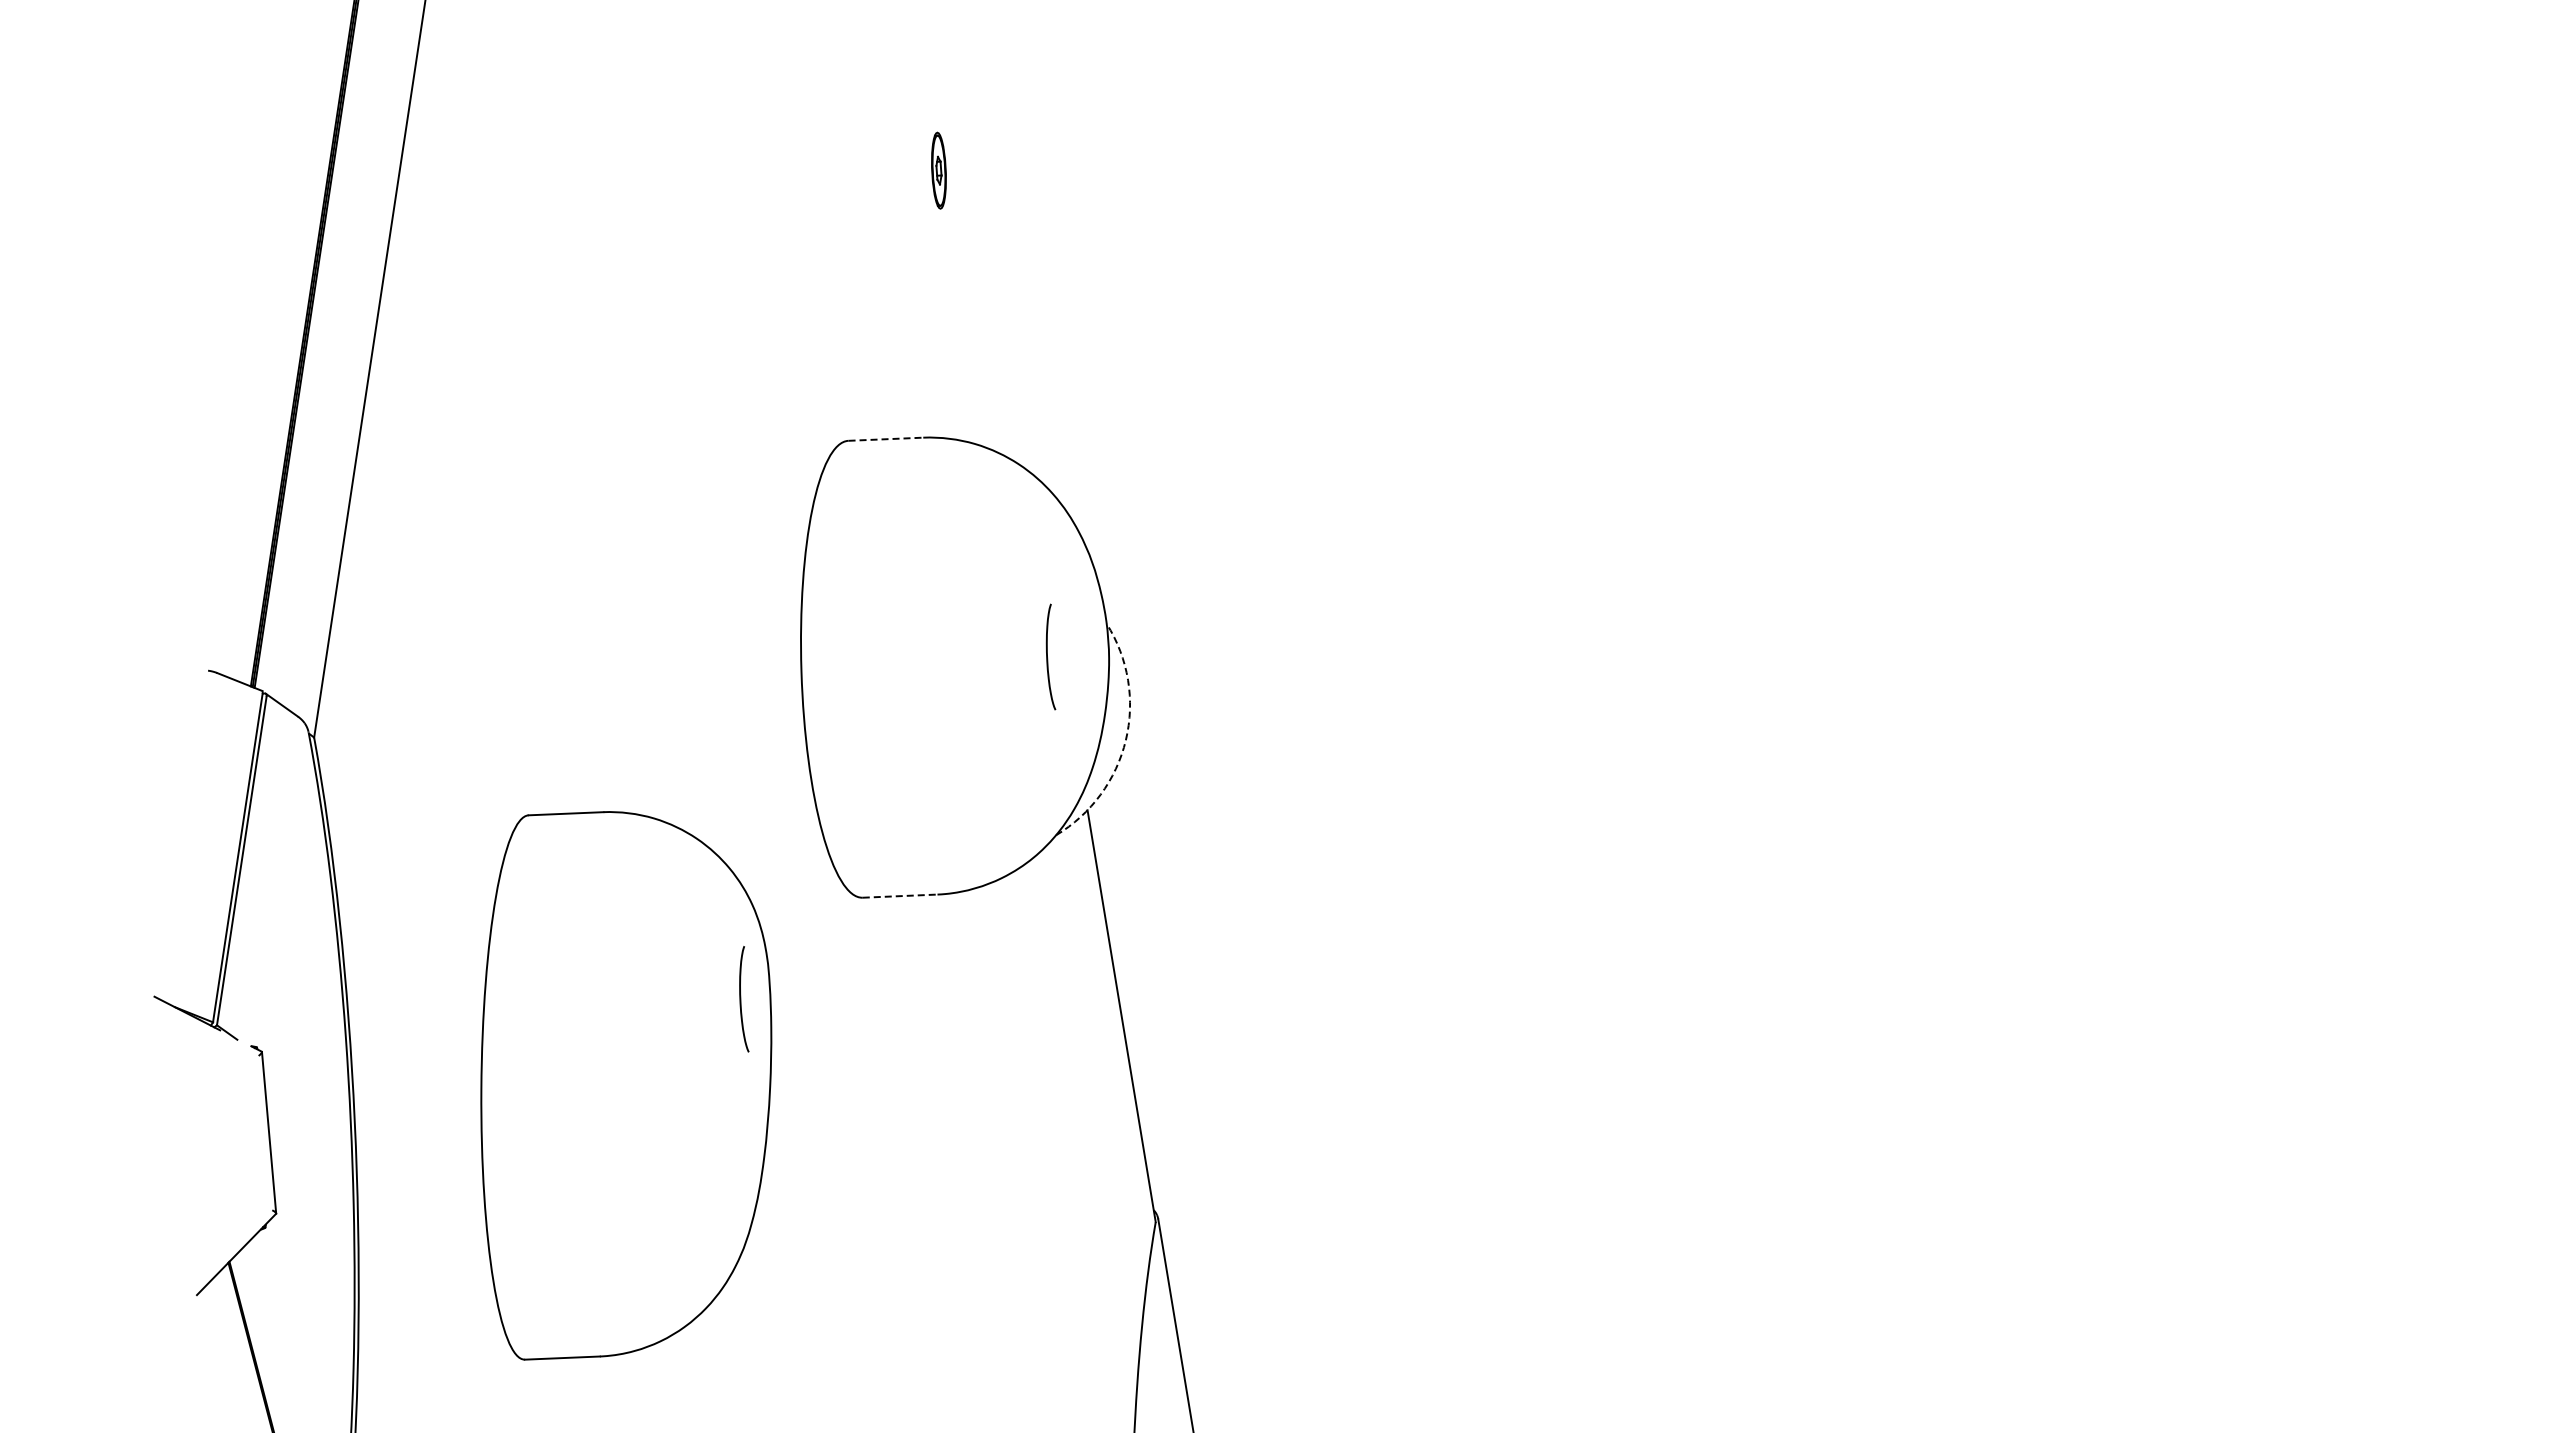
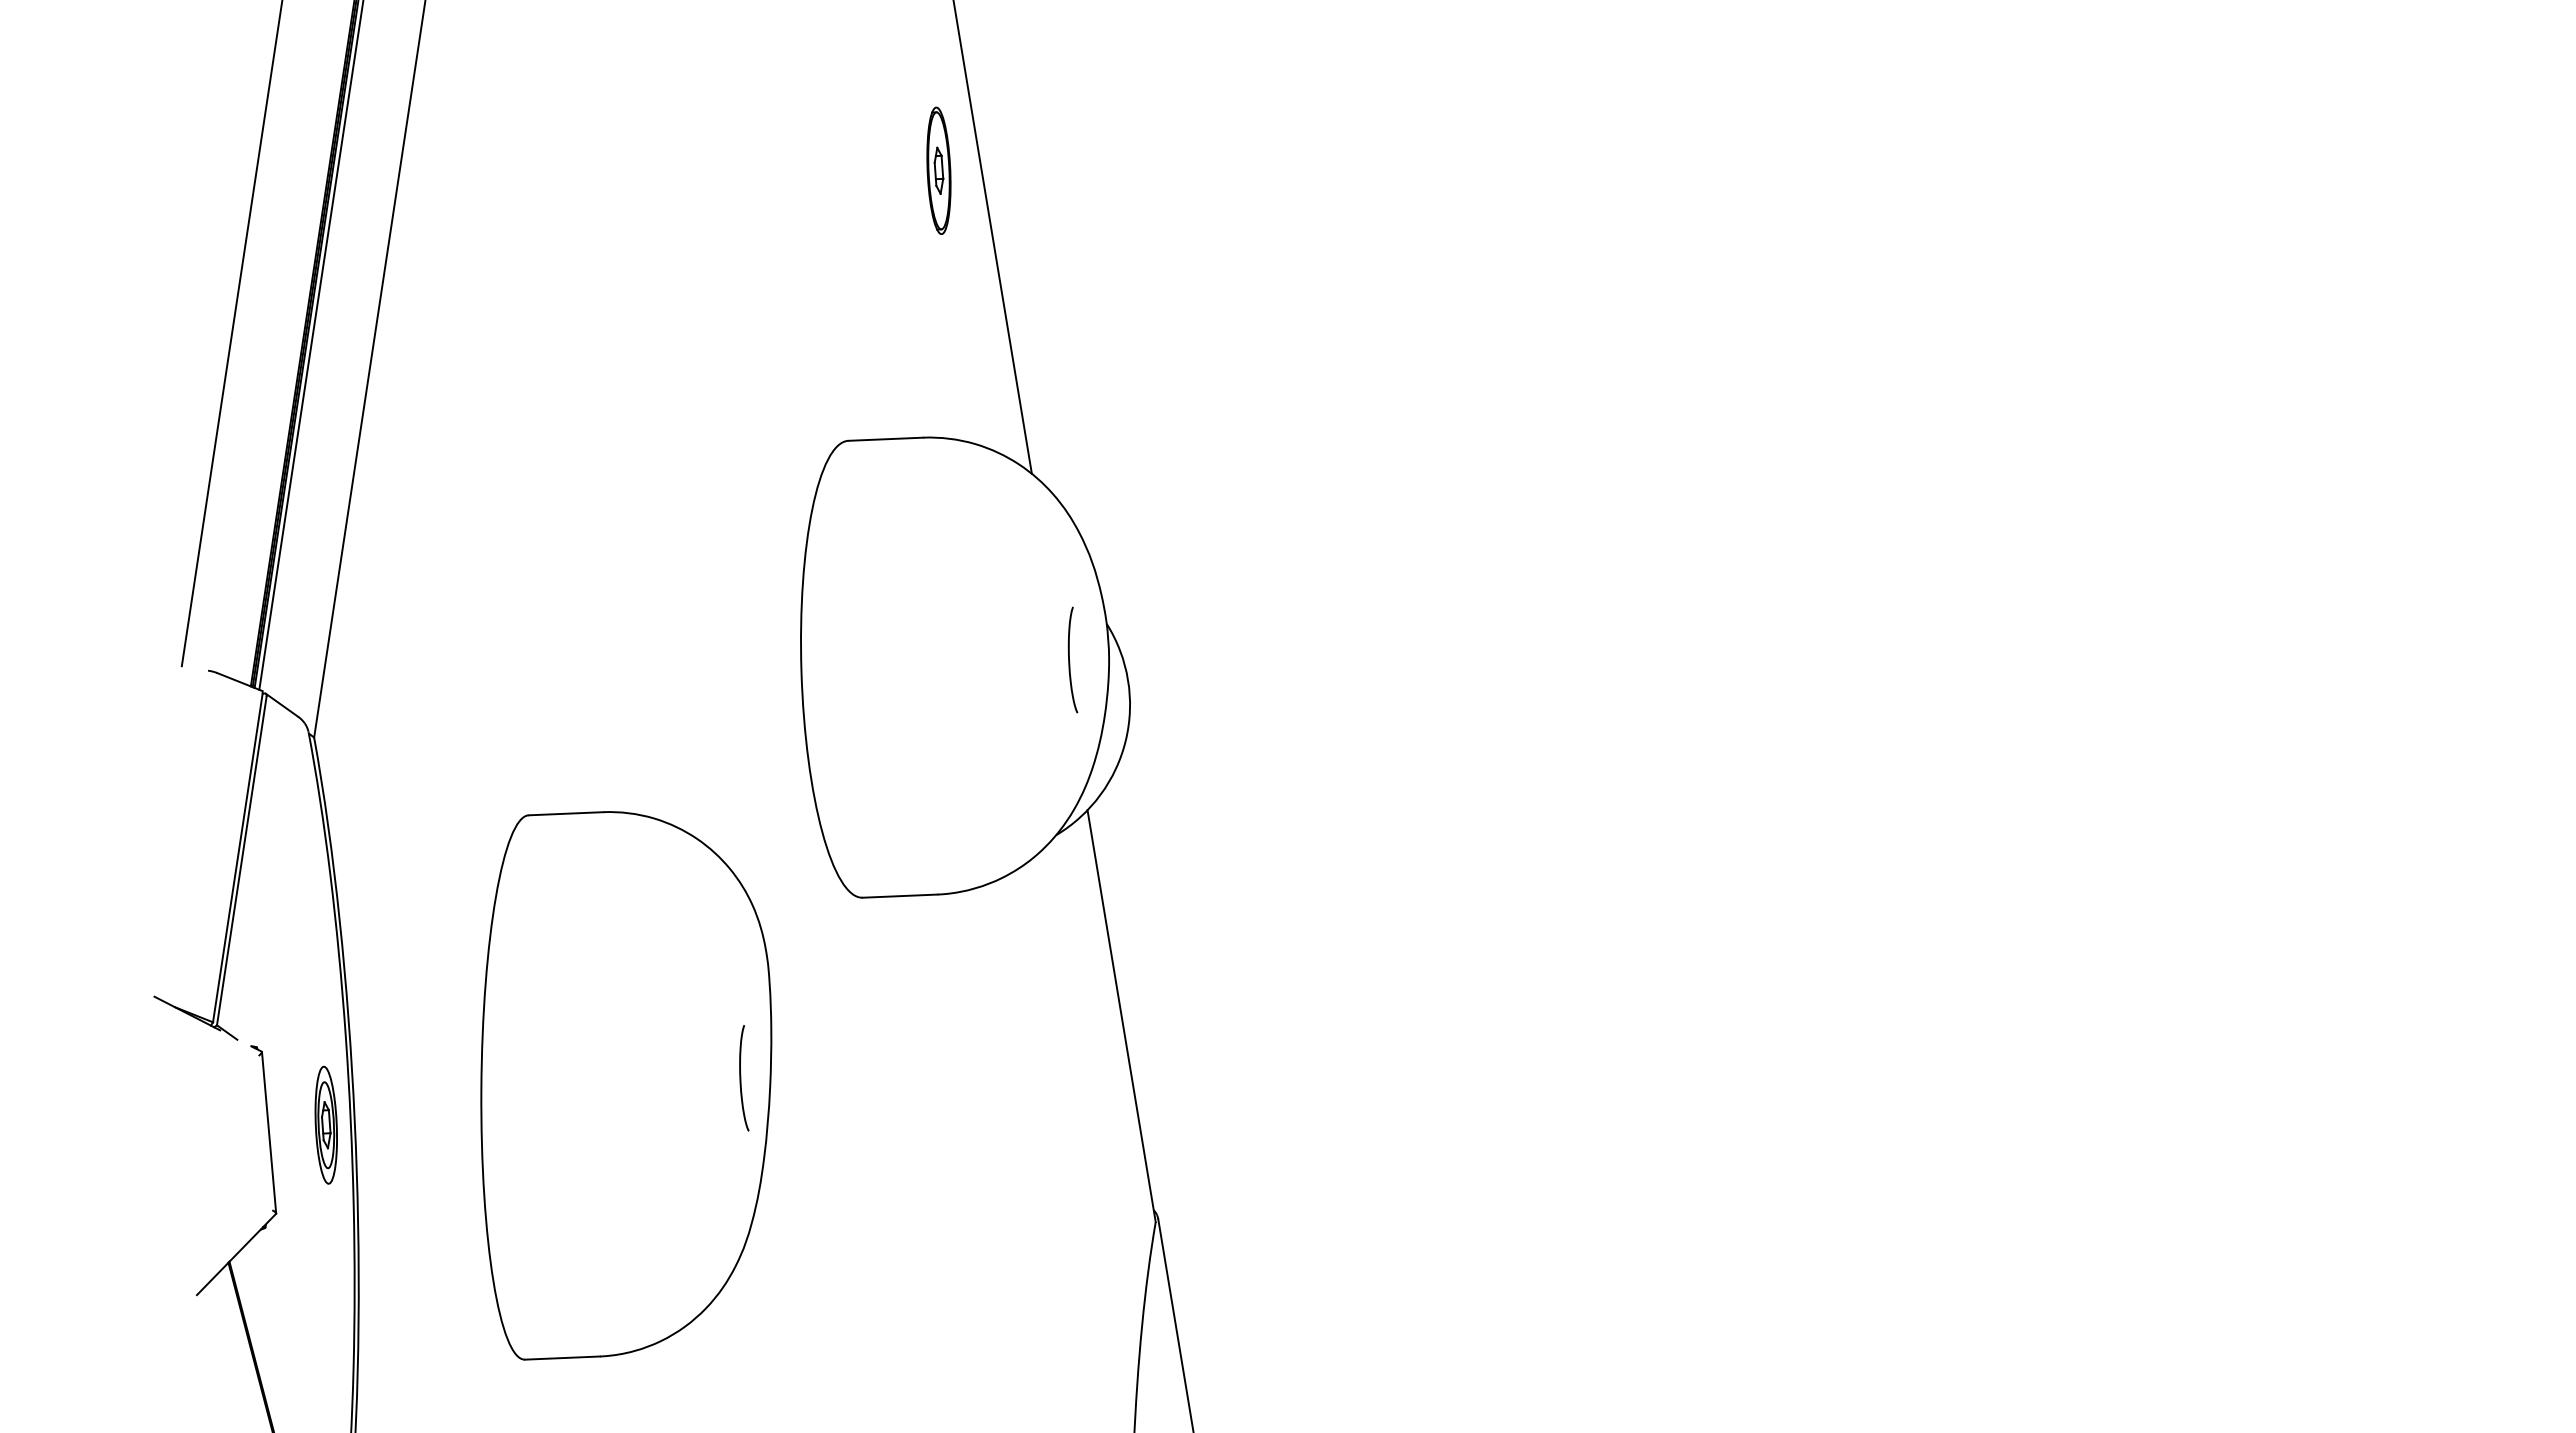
part at (938, 170) size: 16x79 px -> 26x129 px
line at (992, 237): none -> present
line at (231, 334): none -> present
line at (311, 345): none -> present
line at (886, 439): dashed -> solid
curve at (1048, 658) position: (1048, 658) -> (1070, 661)
arc at (1125, 740): dashed -> solid
line at (900, 896): dashed -> solid
curve at (741, 999) position: (741, 999) -> (741, 1078)
part at (325, 1124): none -> present
